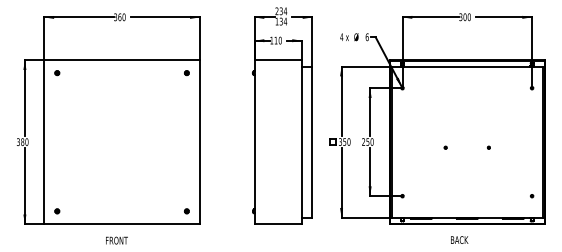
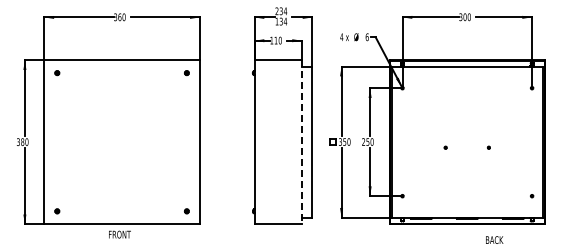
line at (302, 142): solid -> dashed
text at (459, 239) position: (459, 239) -> (494, 239)
text at (116, 240) position: (116, 240) -> (119, 234)
